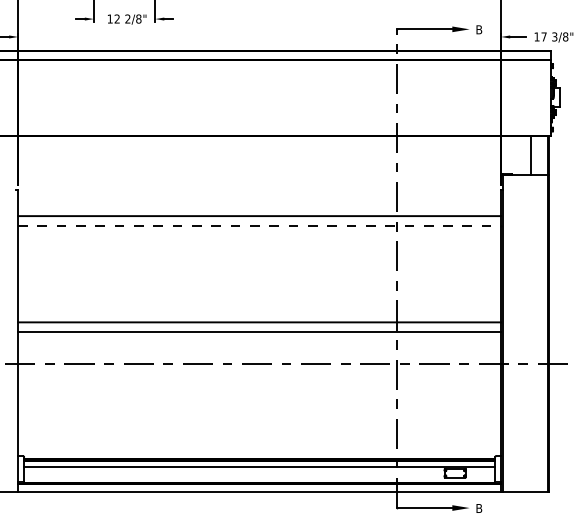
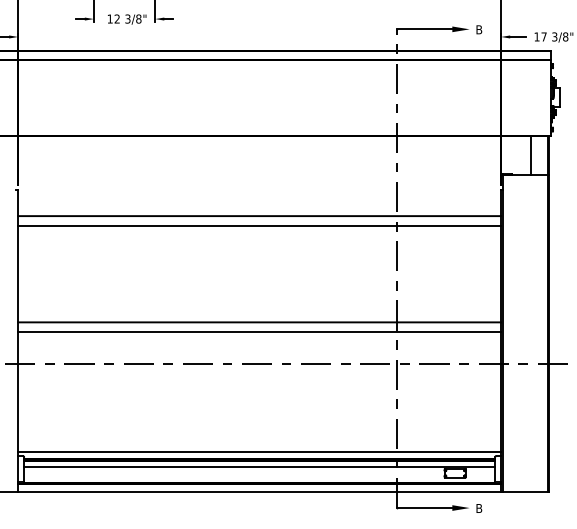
text at (127, 19): 2/8" -> 3/8"
line at (260, 225): dashed -> solid
line at (259, 451): none -> present
